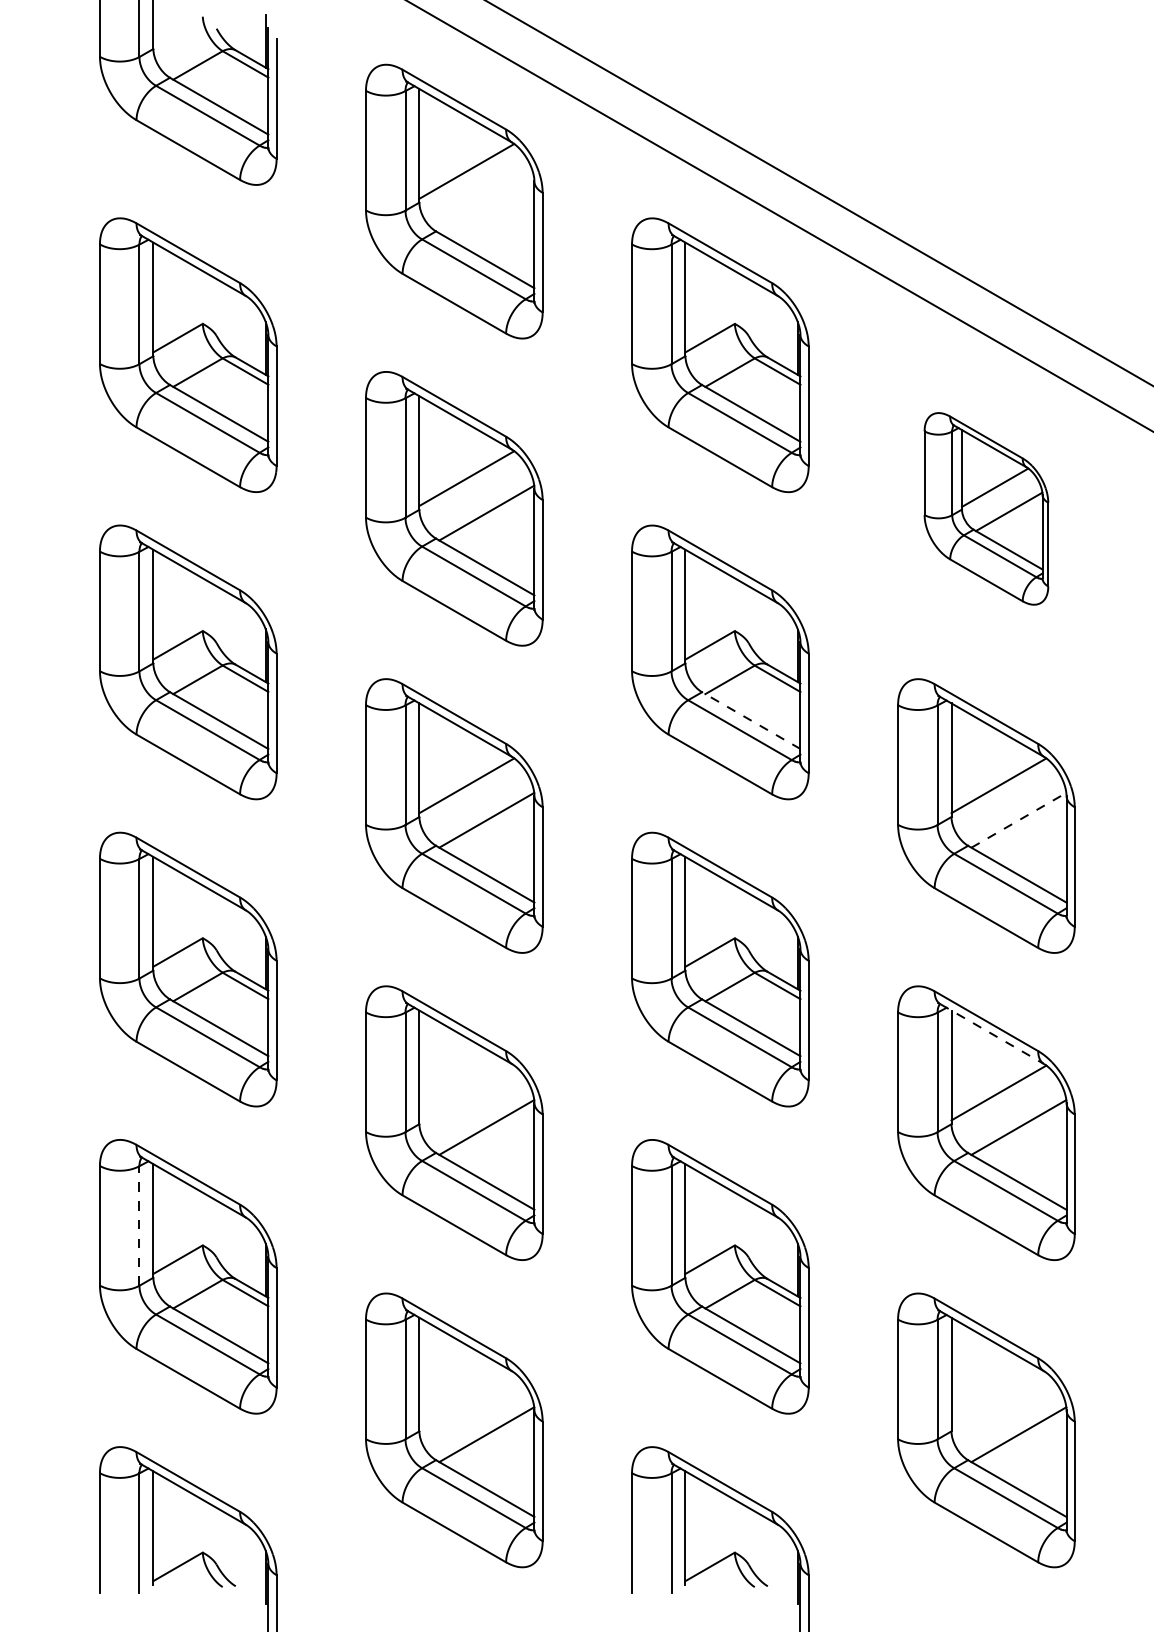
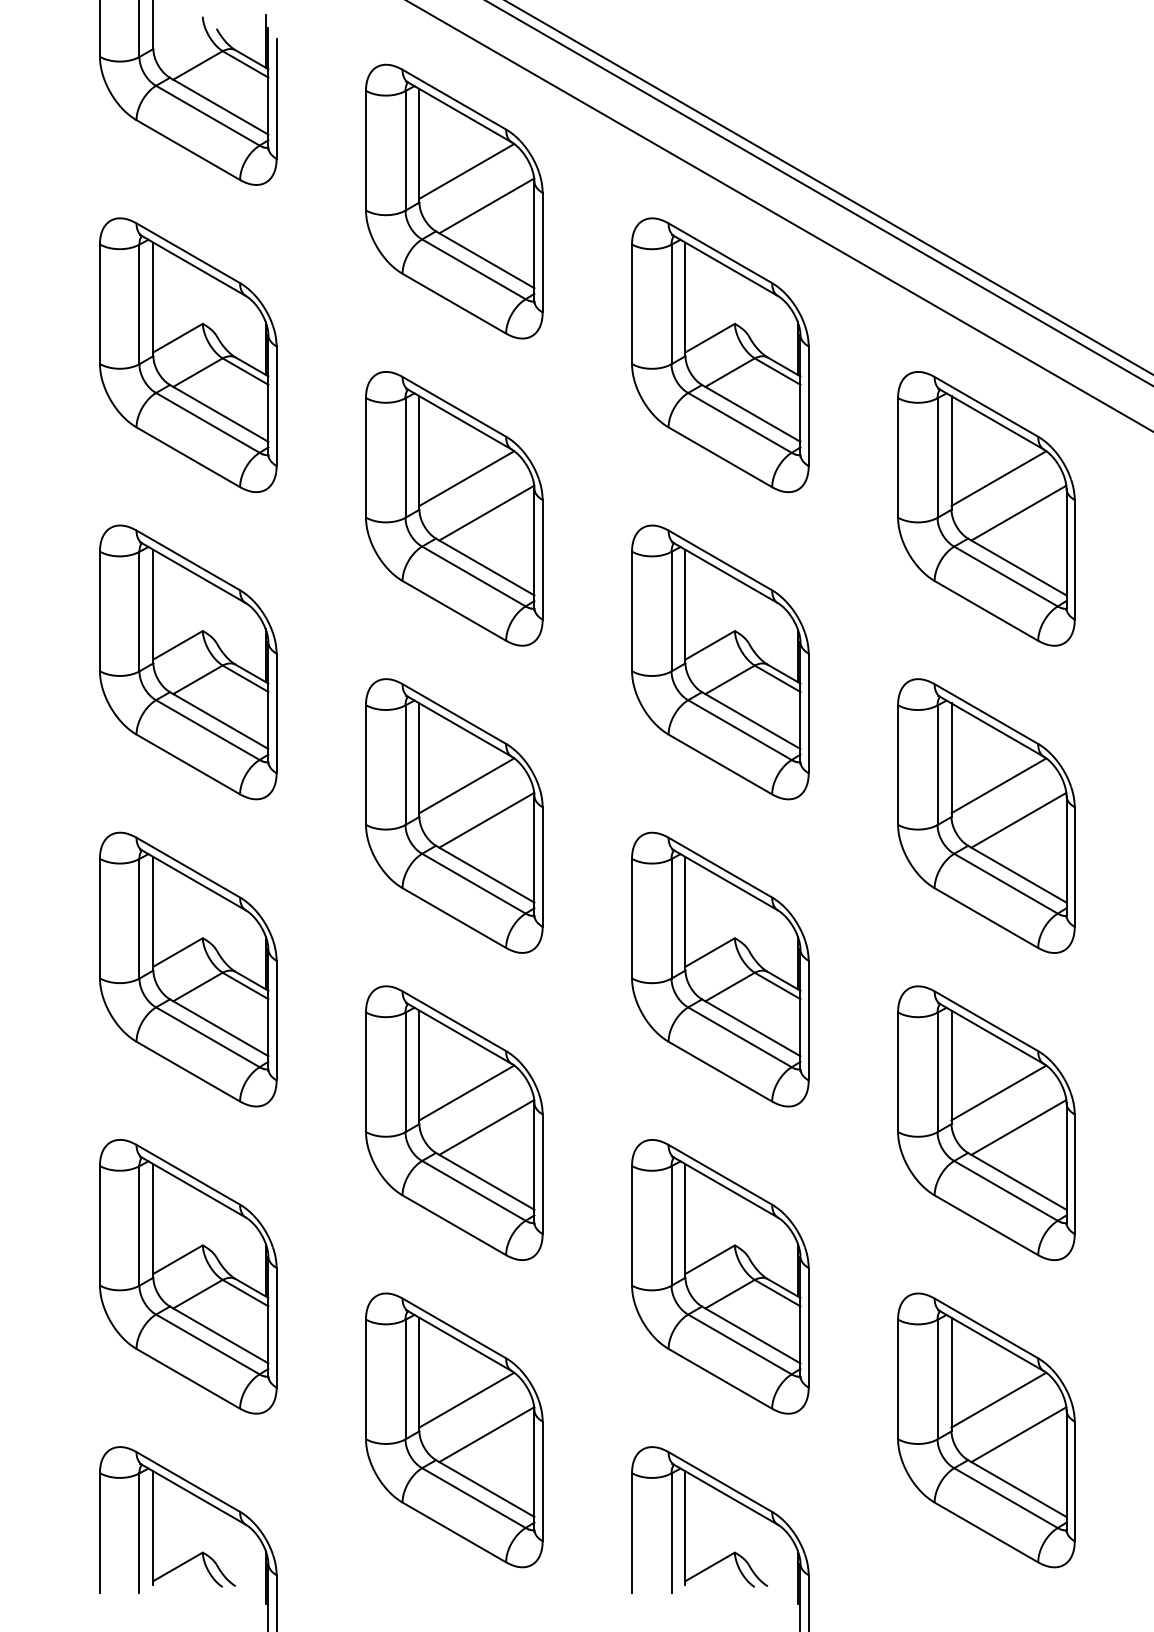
line at (828, 187): none -> present
line at (486, 205): none -> present
part at (986, 508) size: 127x194 px -> 179x276 px
line at (751, 720): dashed -> solid
line at (1018, 820): dashed -> solid
line at (992, 1034): dashed -> solid
line at (466, 1092): none -> present
line at (139, 1225): dashed -> solid
line at (466, 1399): none -> present
line at (998, 1399): none -> present
